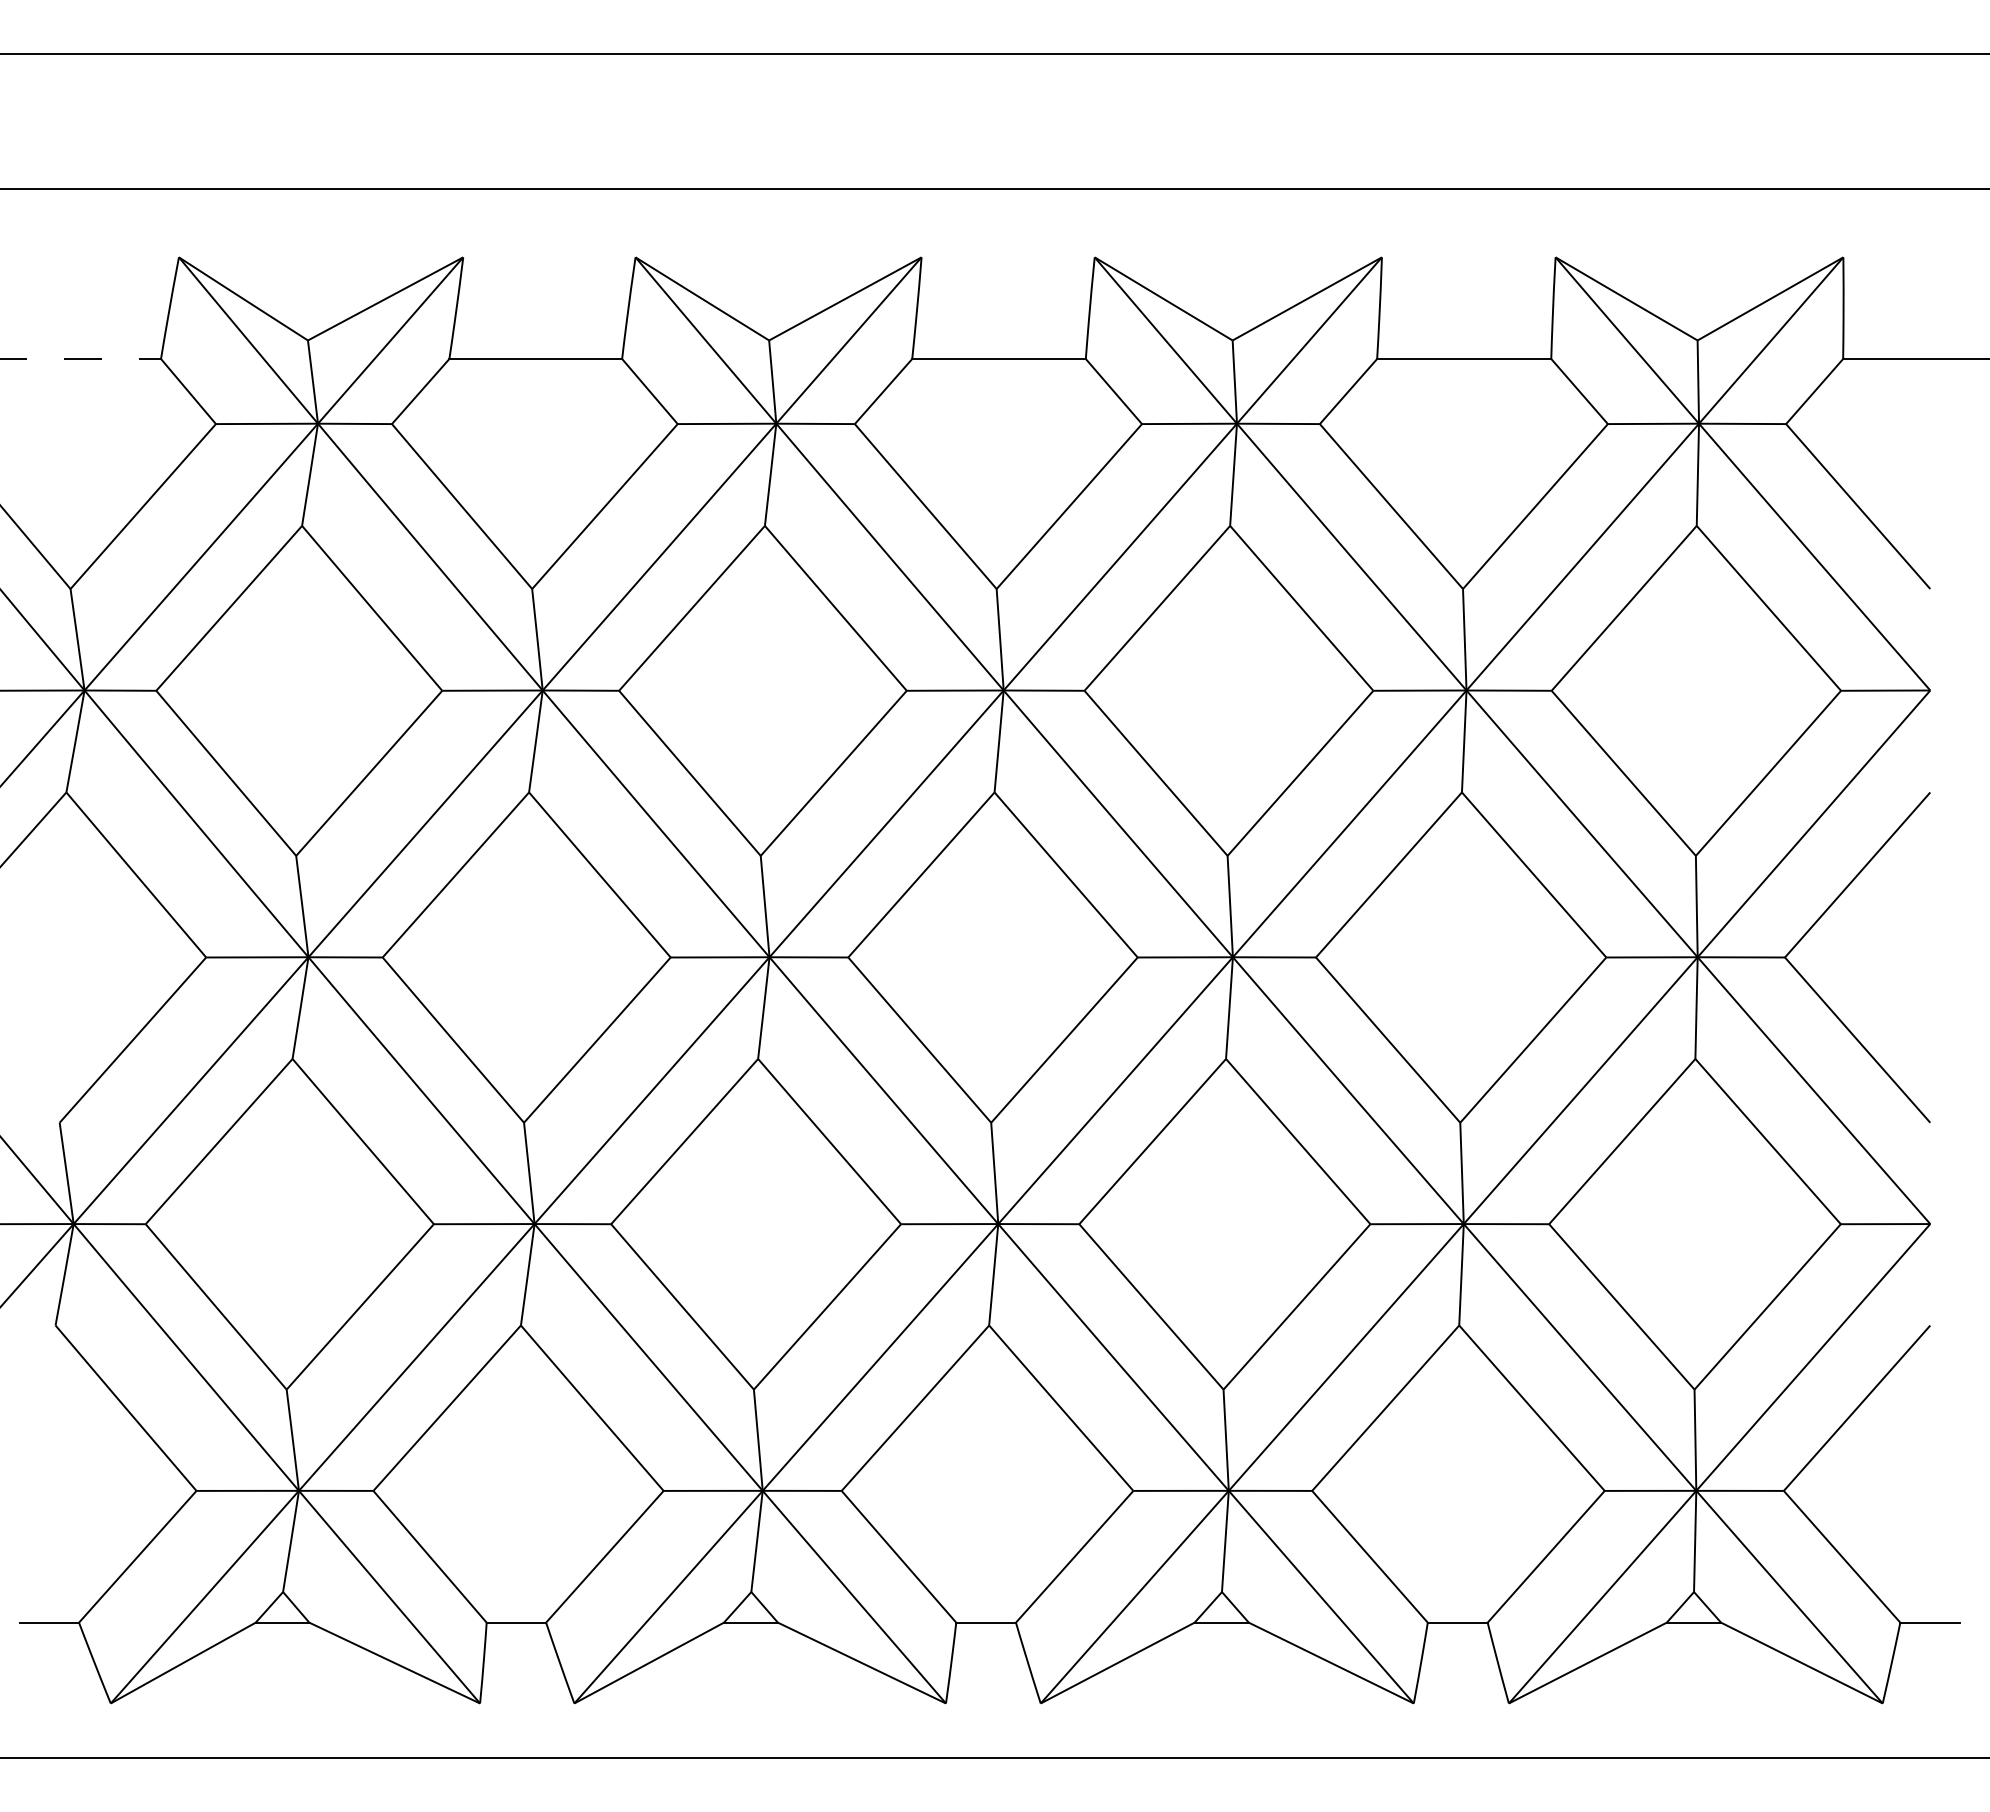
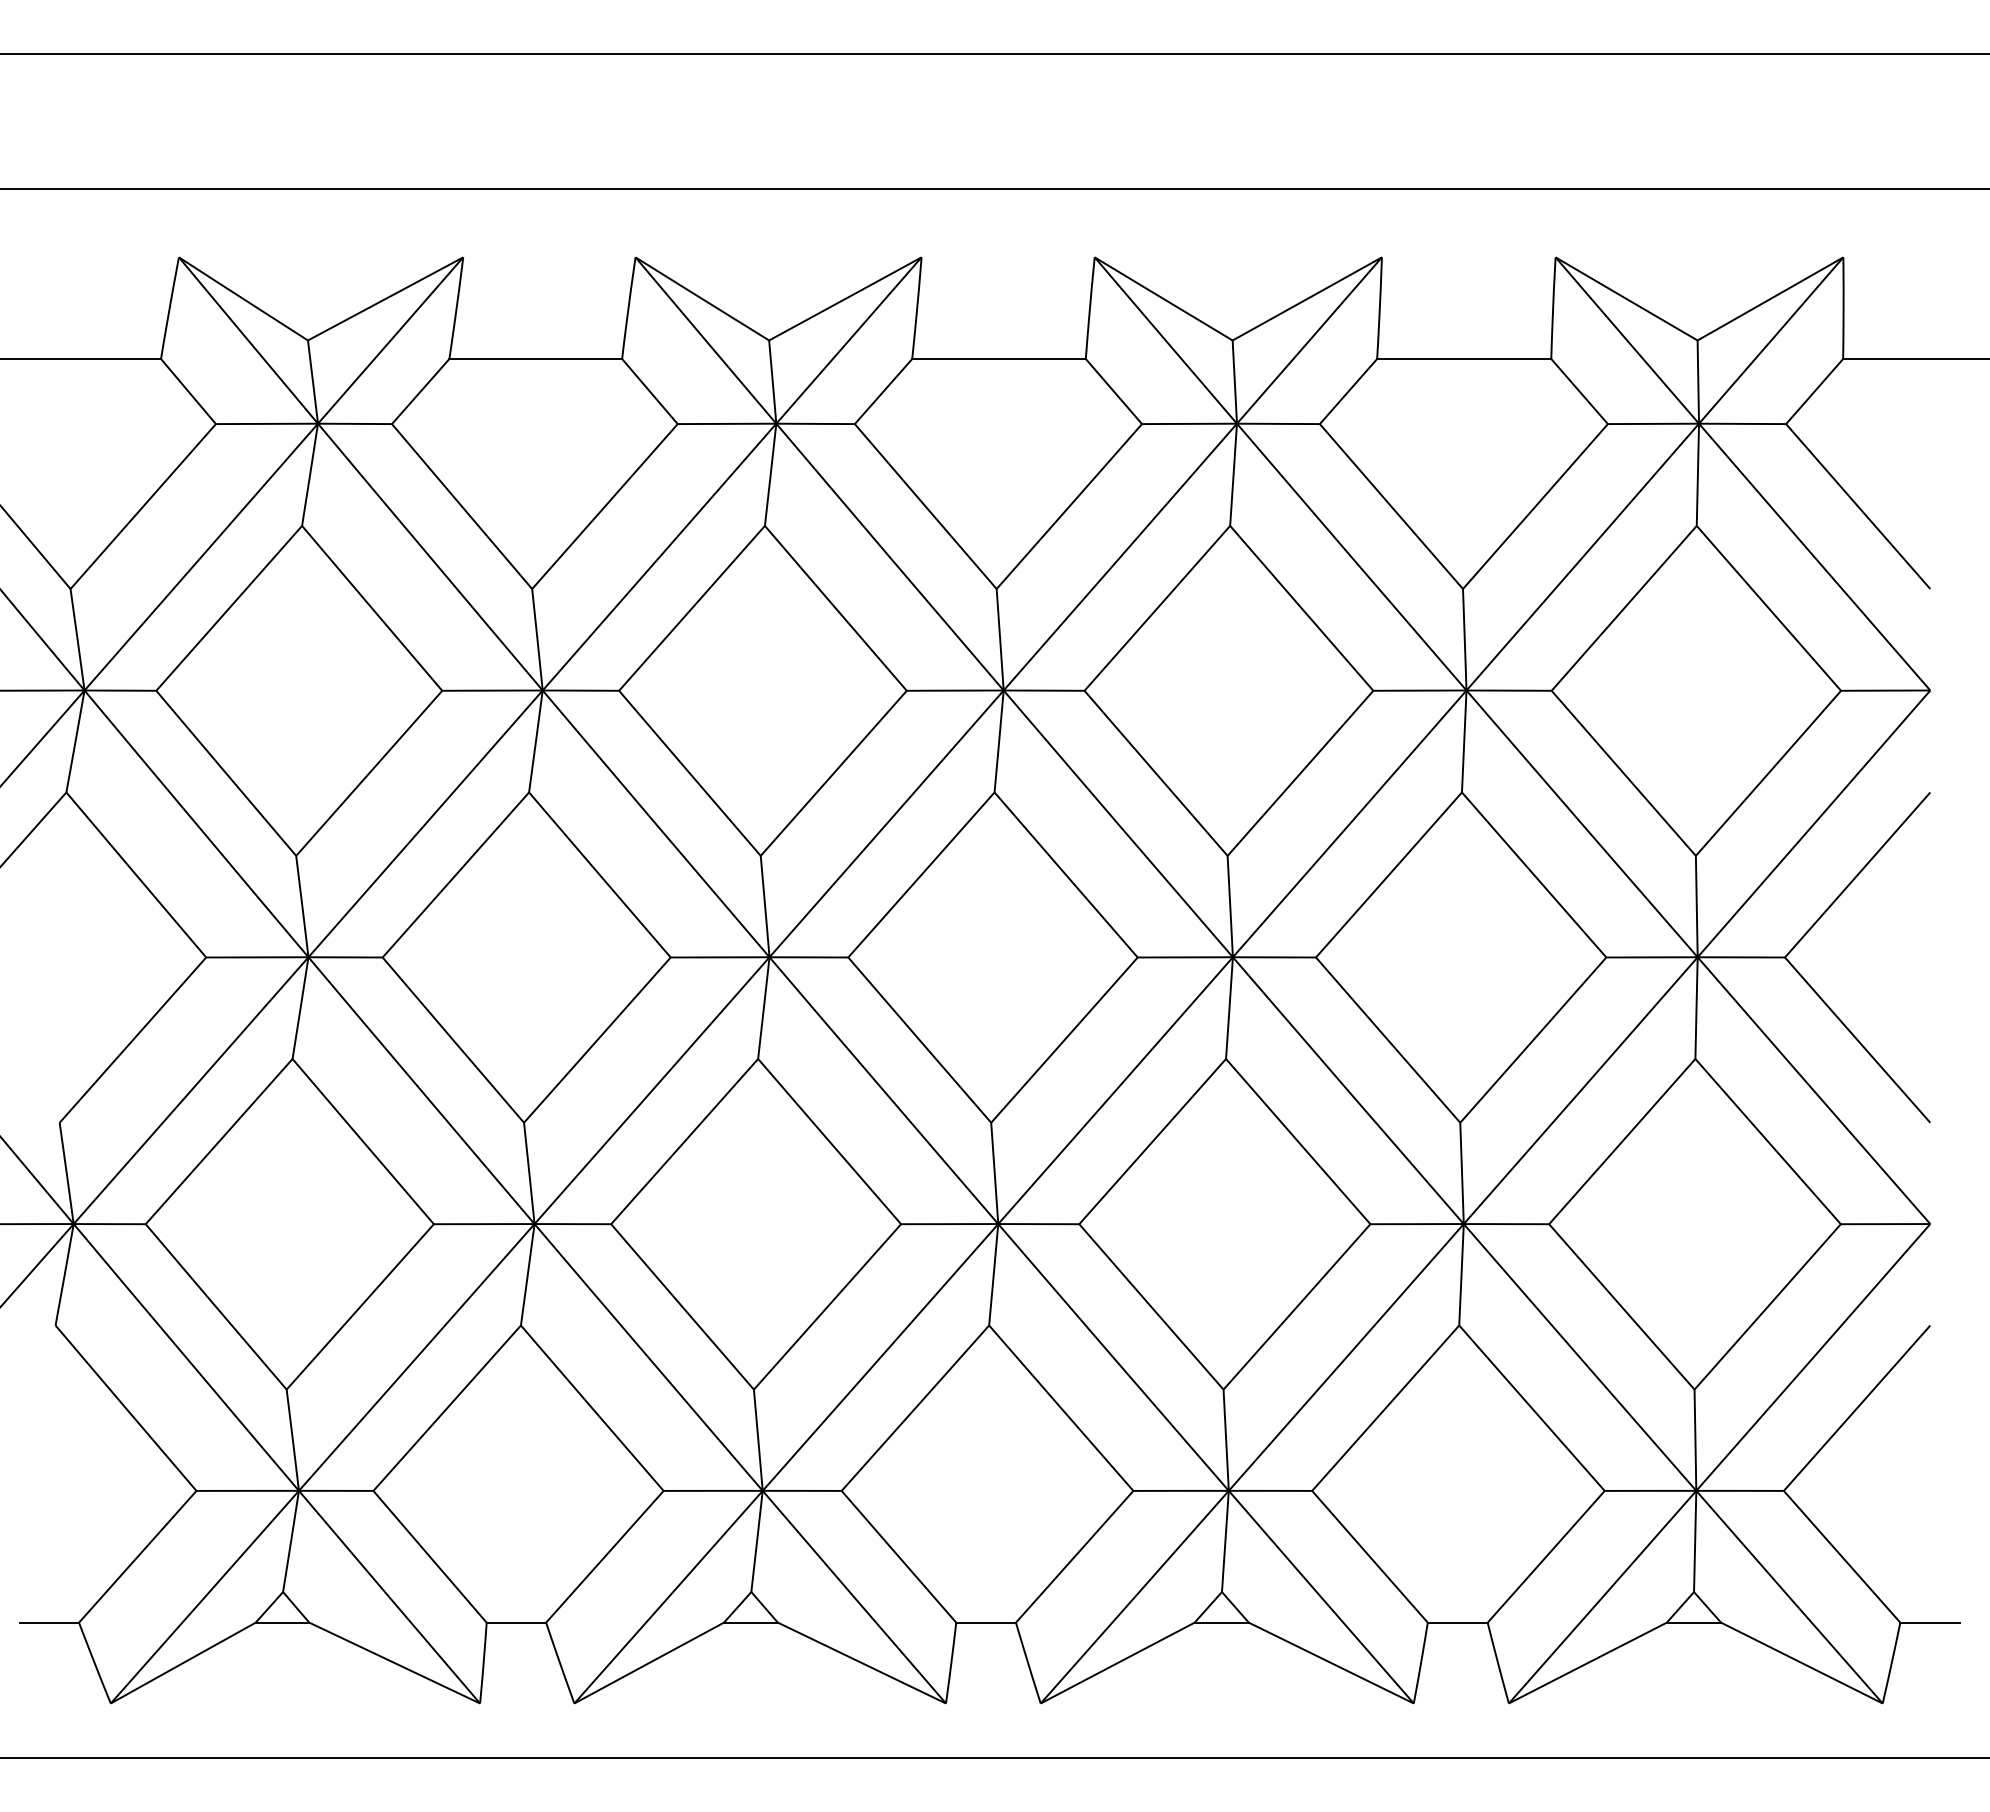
line at (81, 359): dashed -> solid
